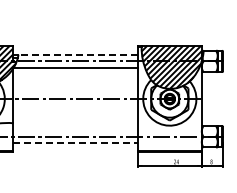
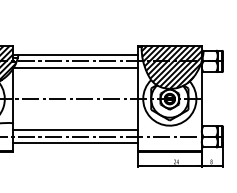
line at (78, 54): dashed -> solid
line at (74, 130): none -> present
line at (75, 143): dashed -> solid
